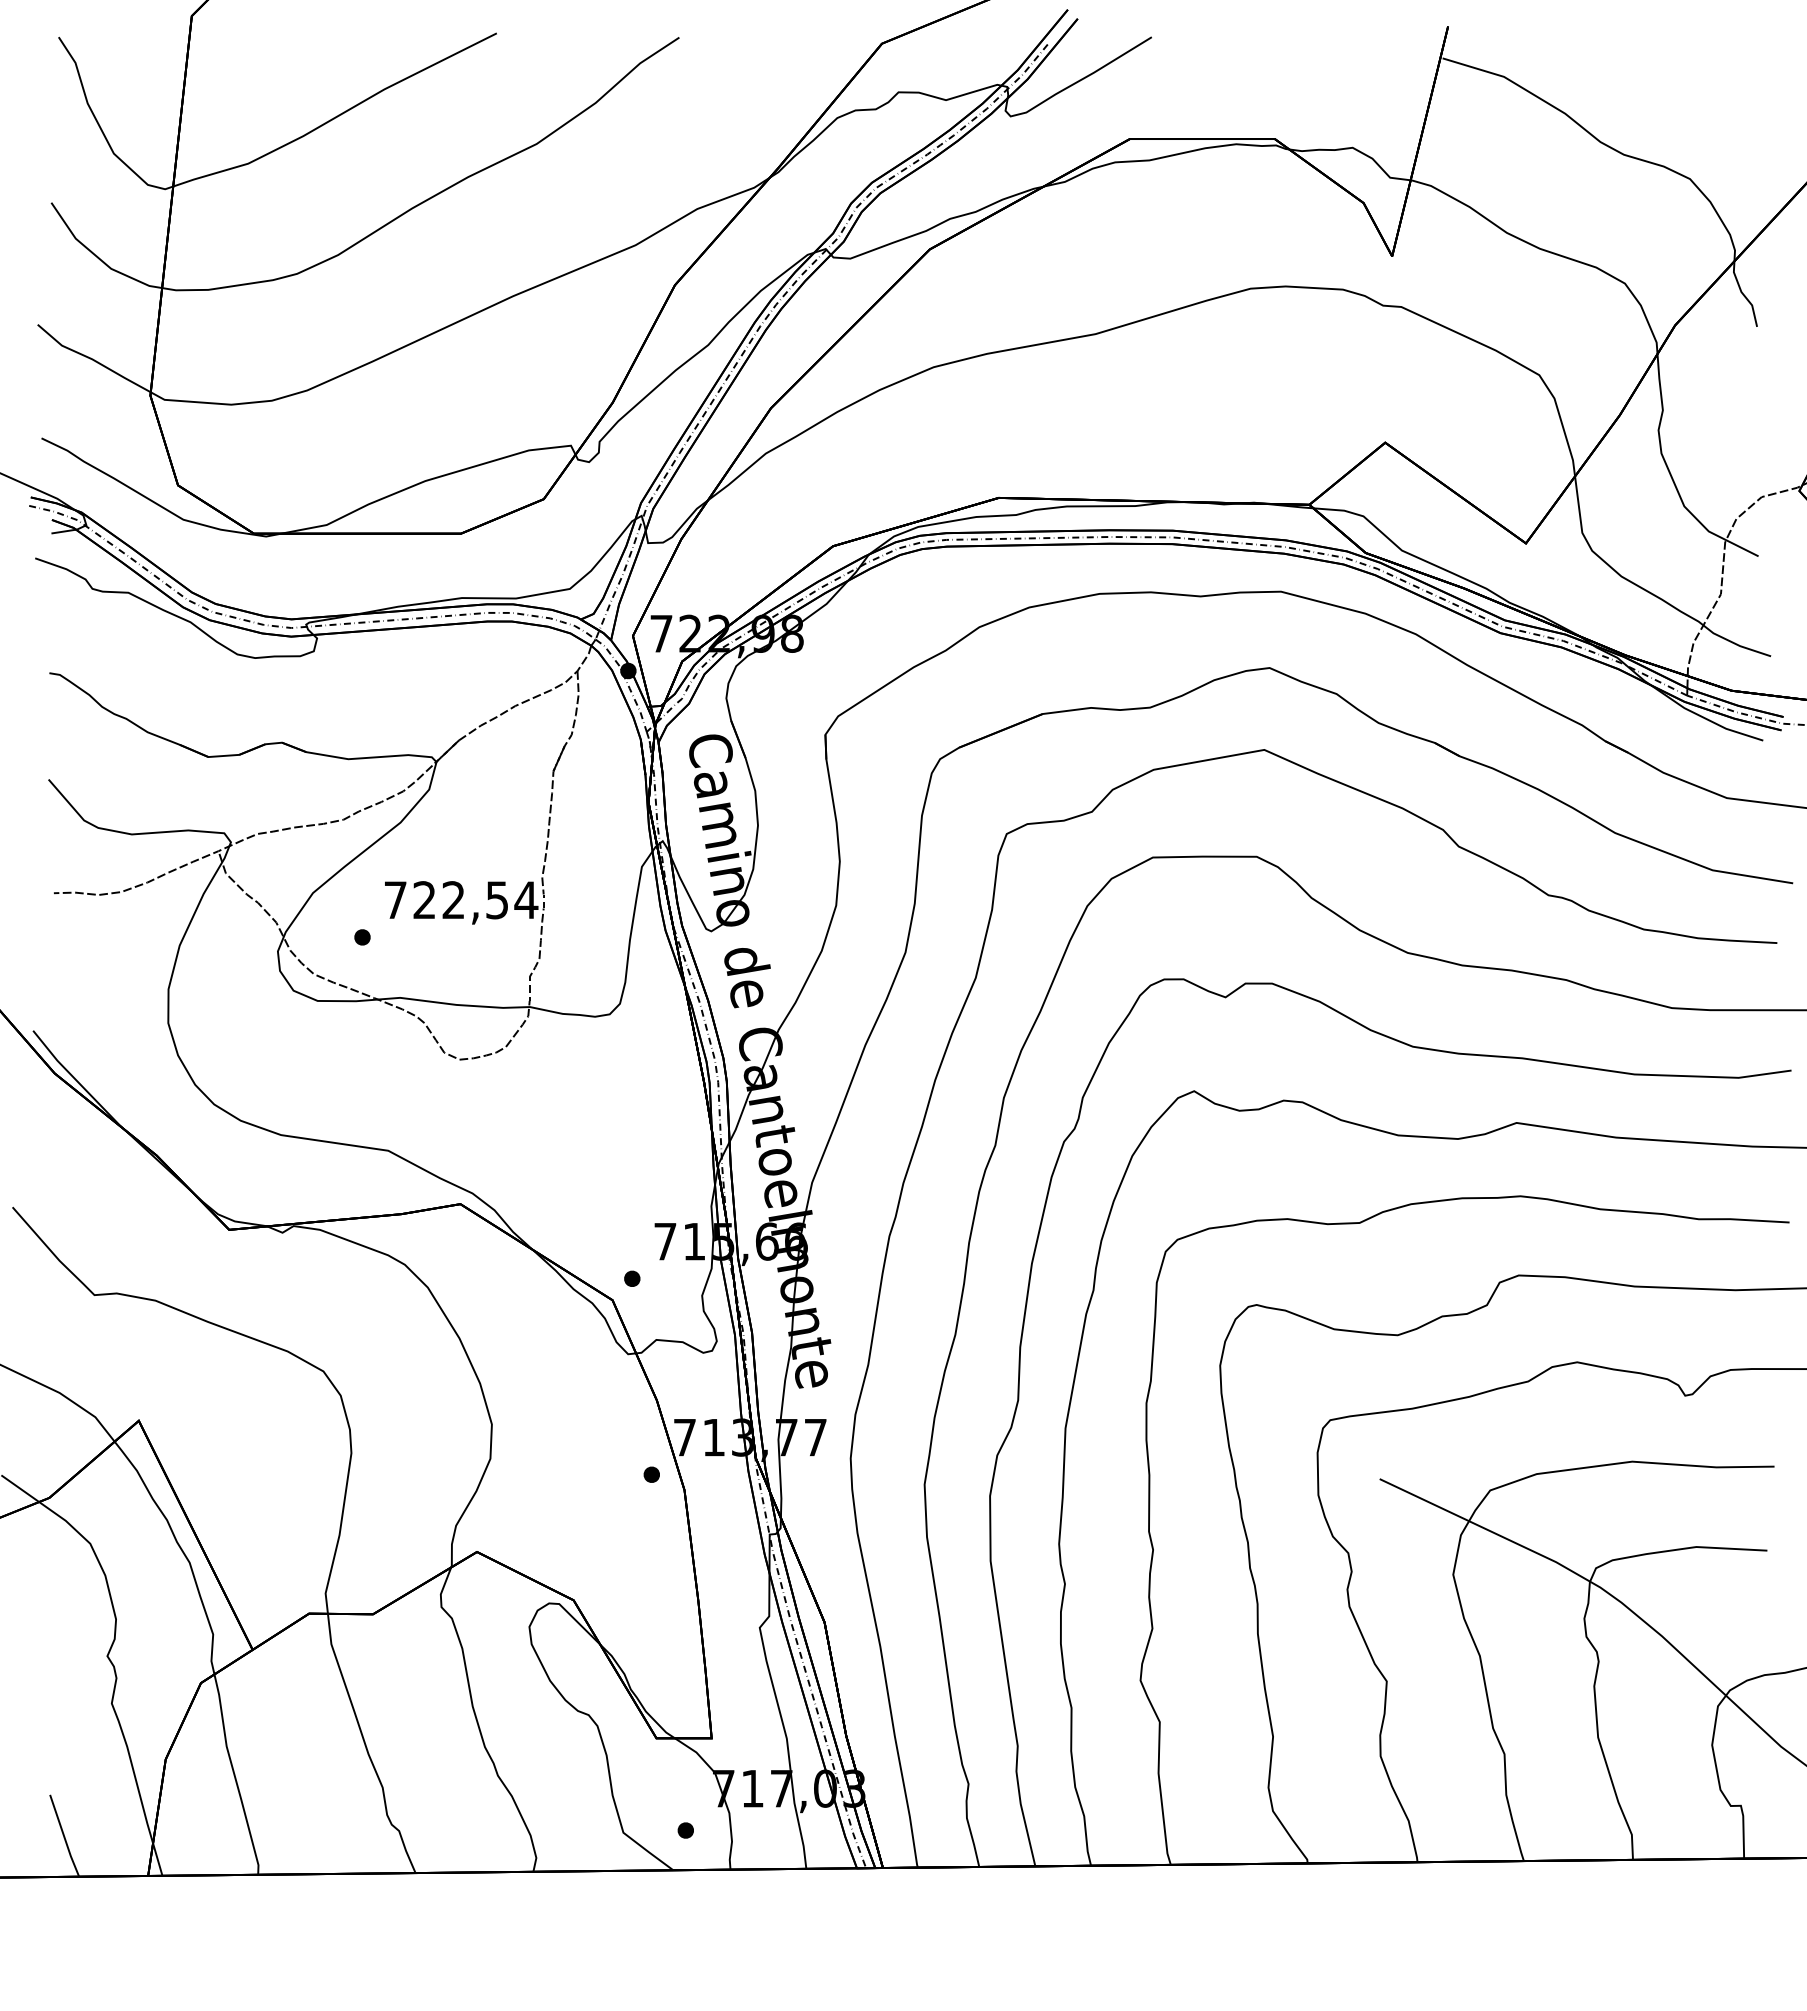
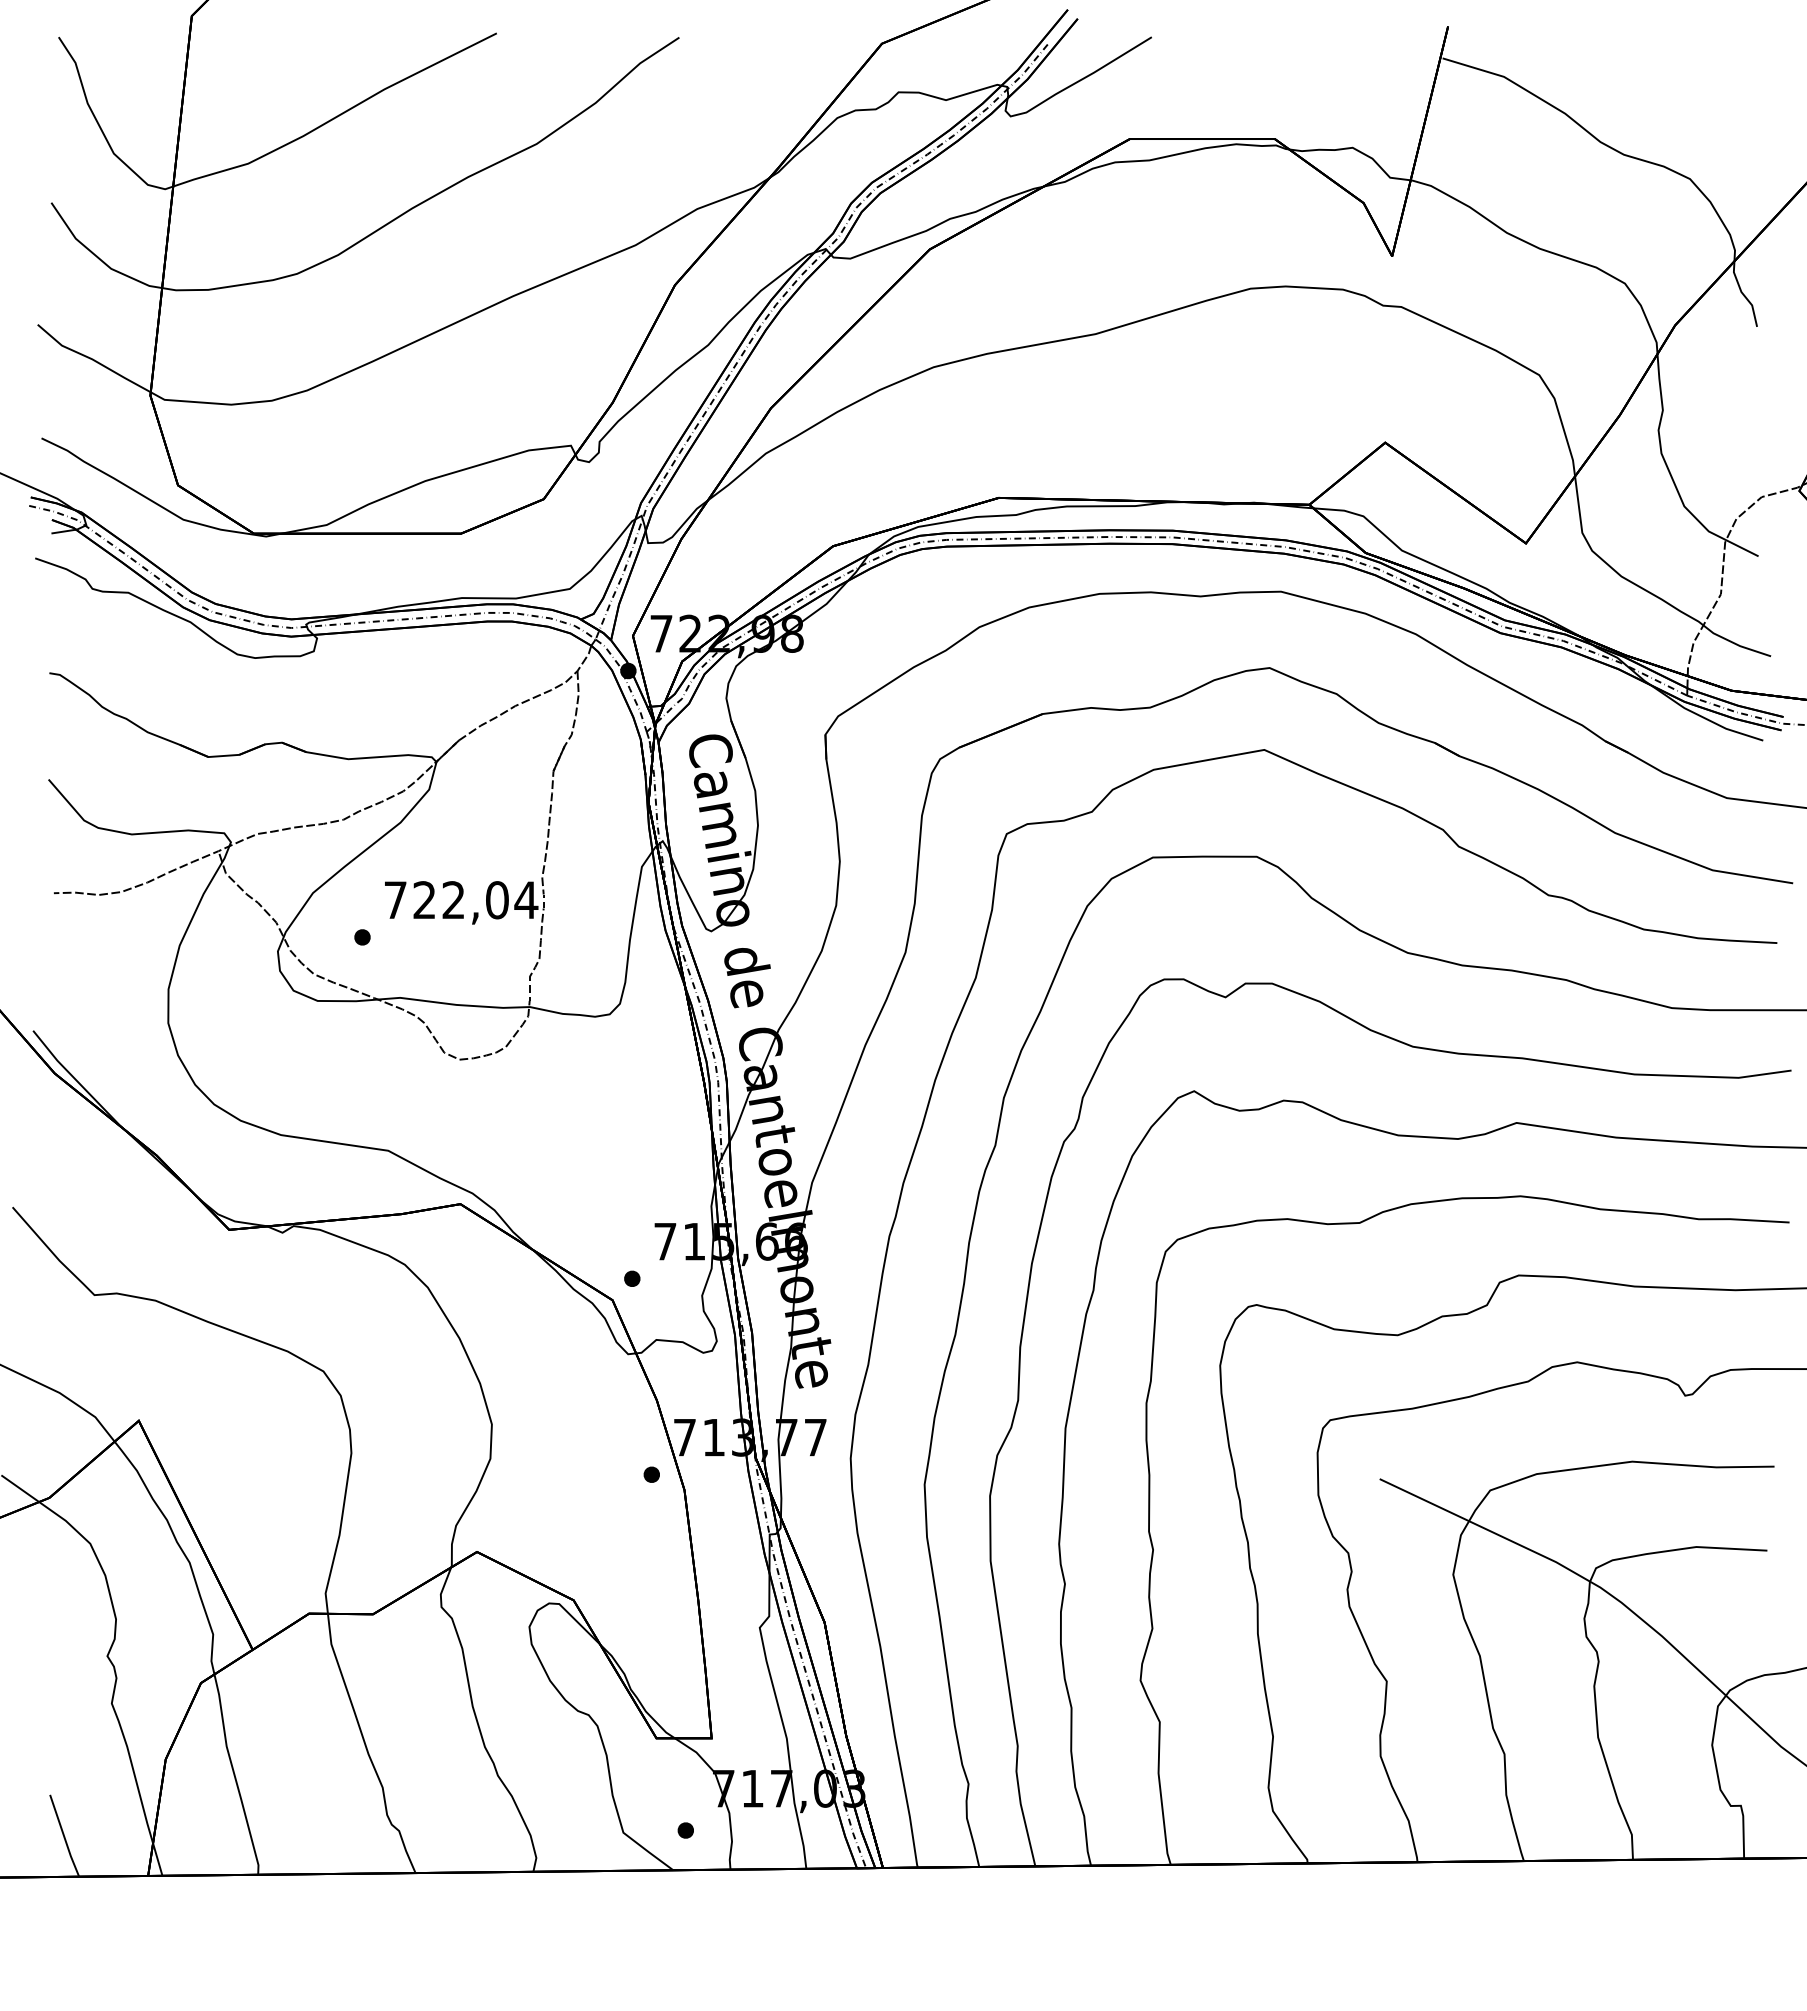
text at (497, 900): 722,54 -> 722,04
